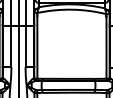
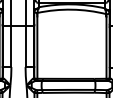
line at (18, 48): present -> none
